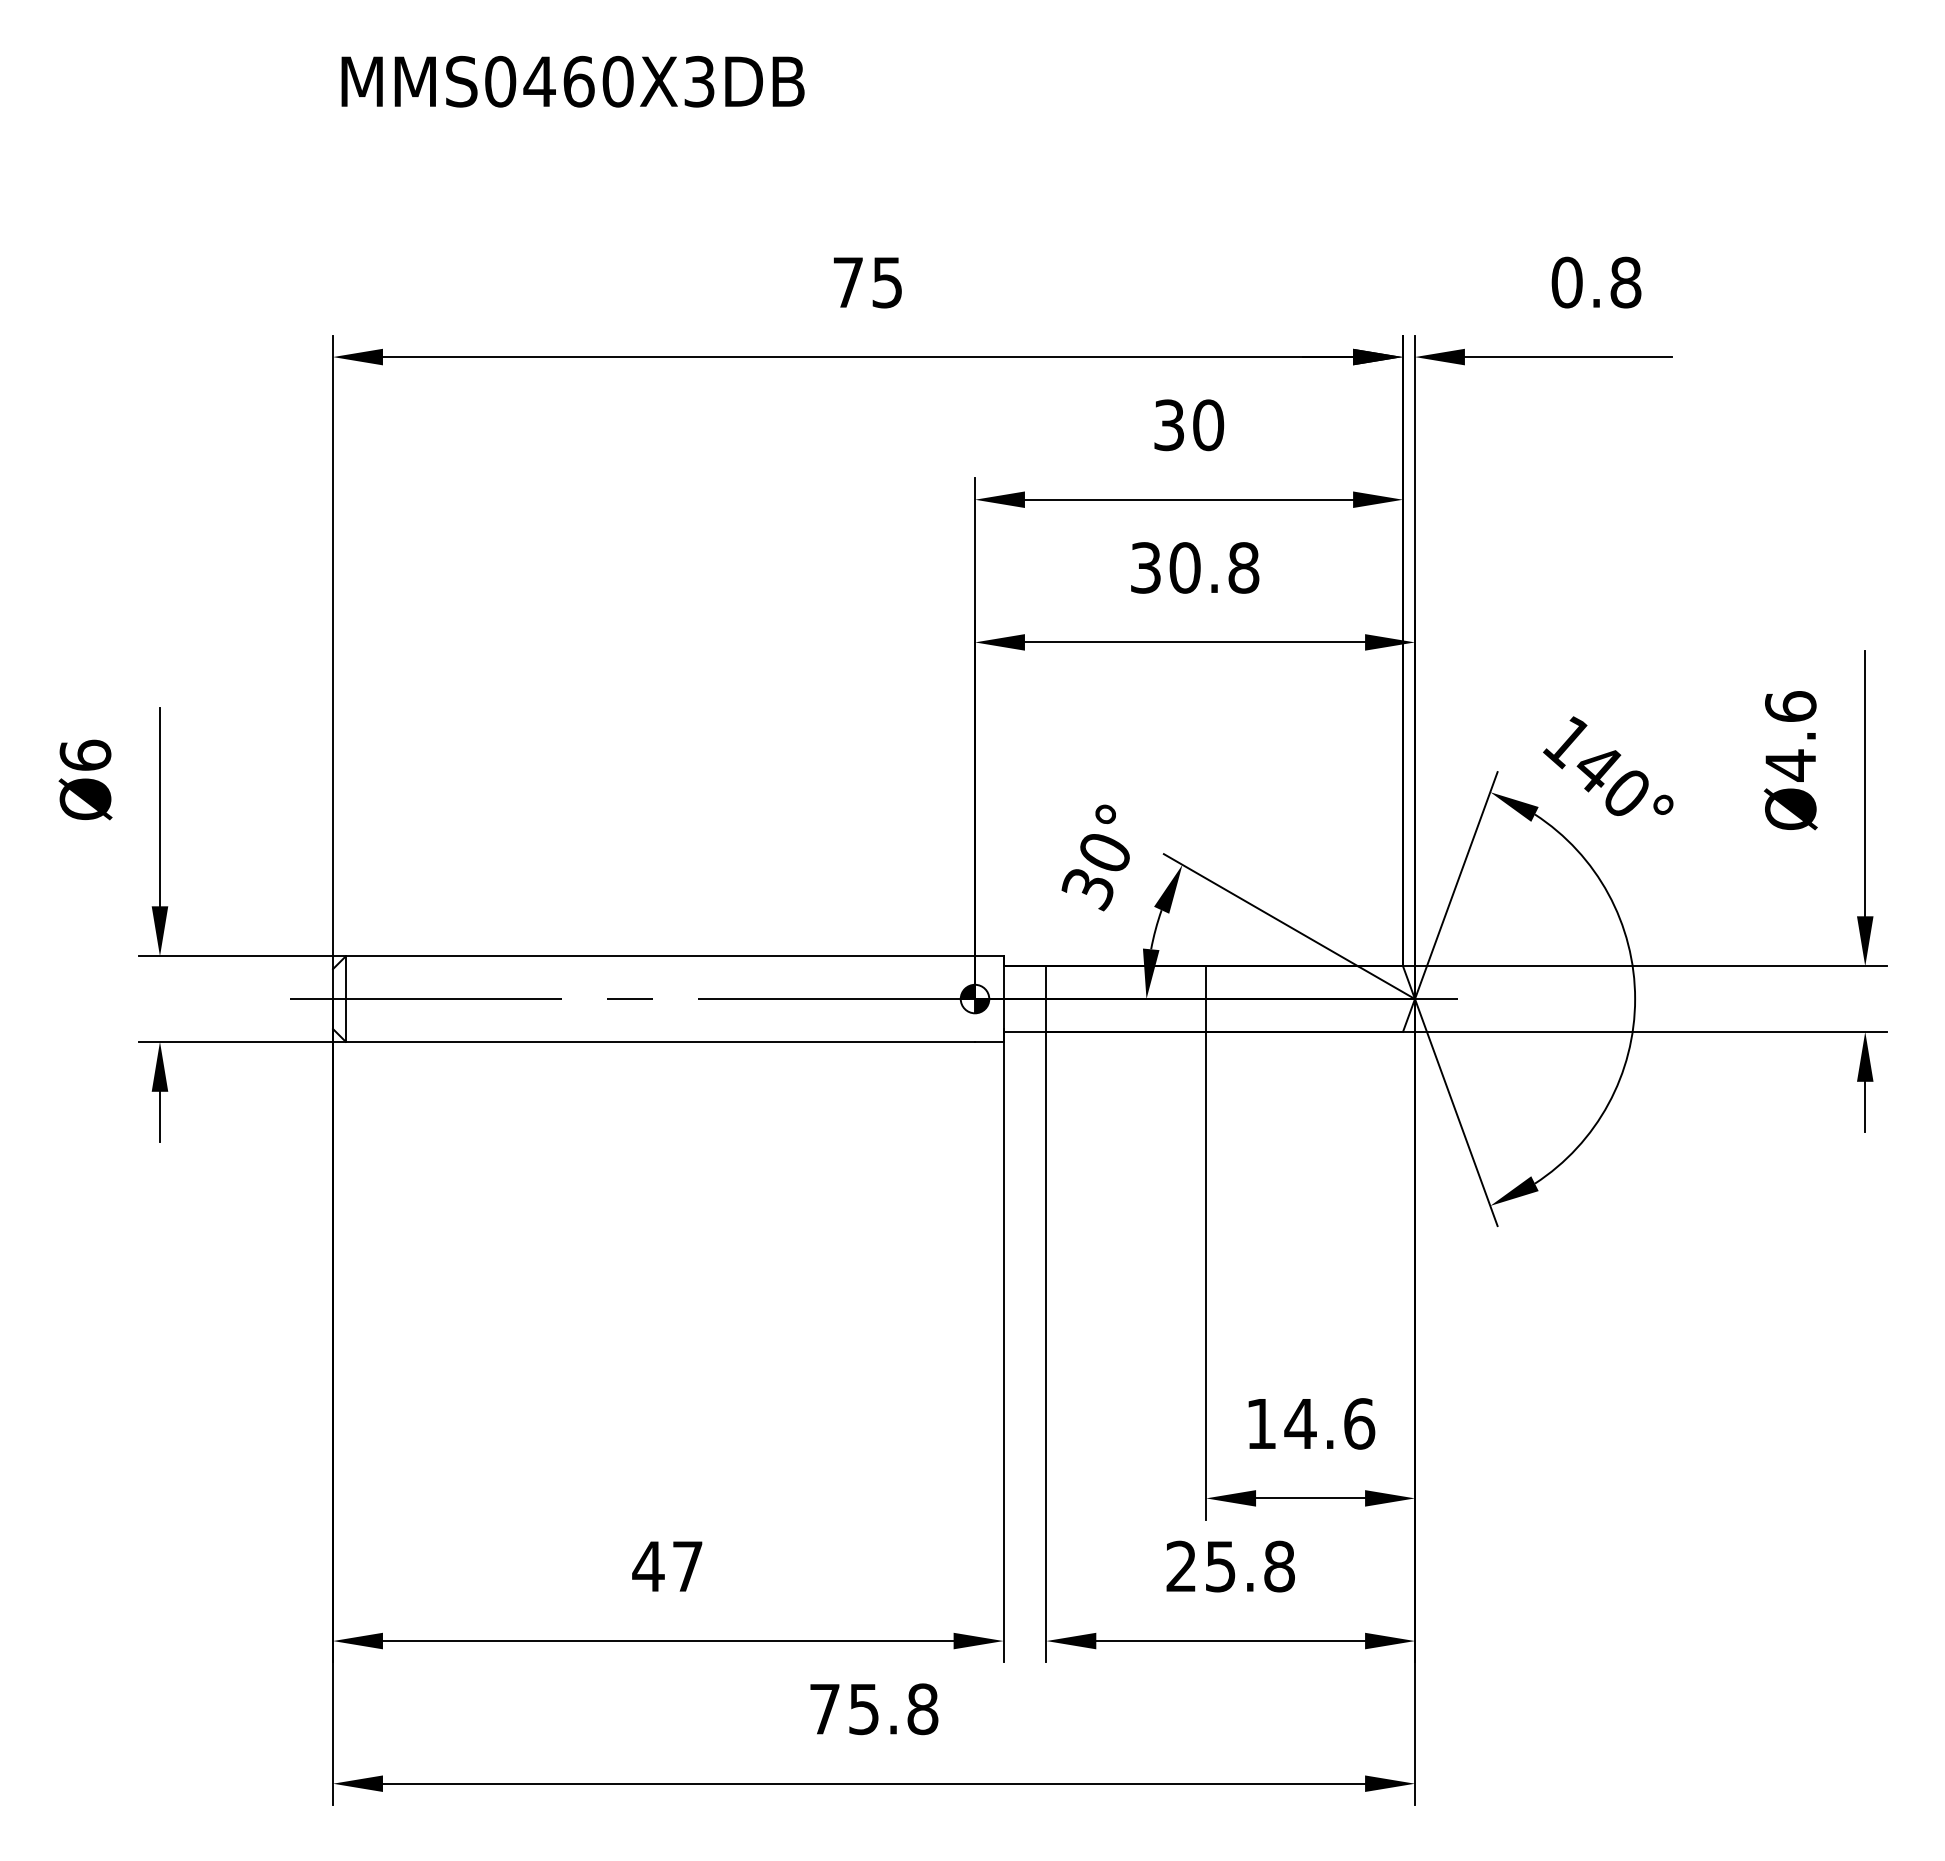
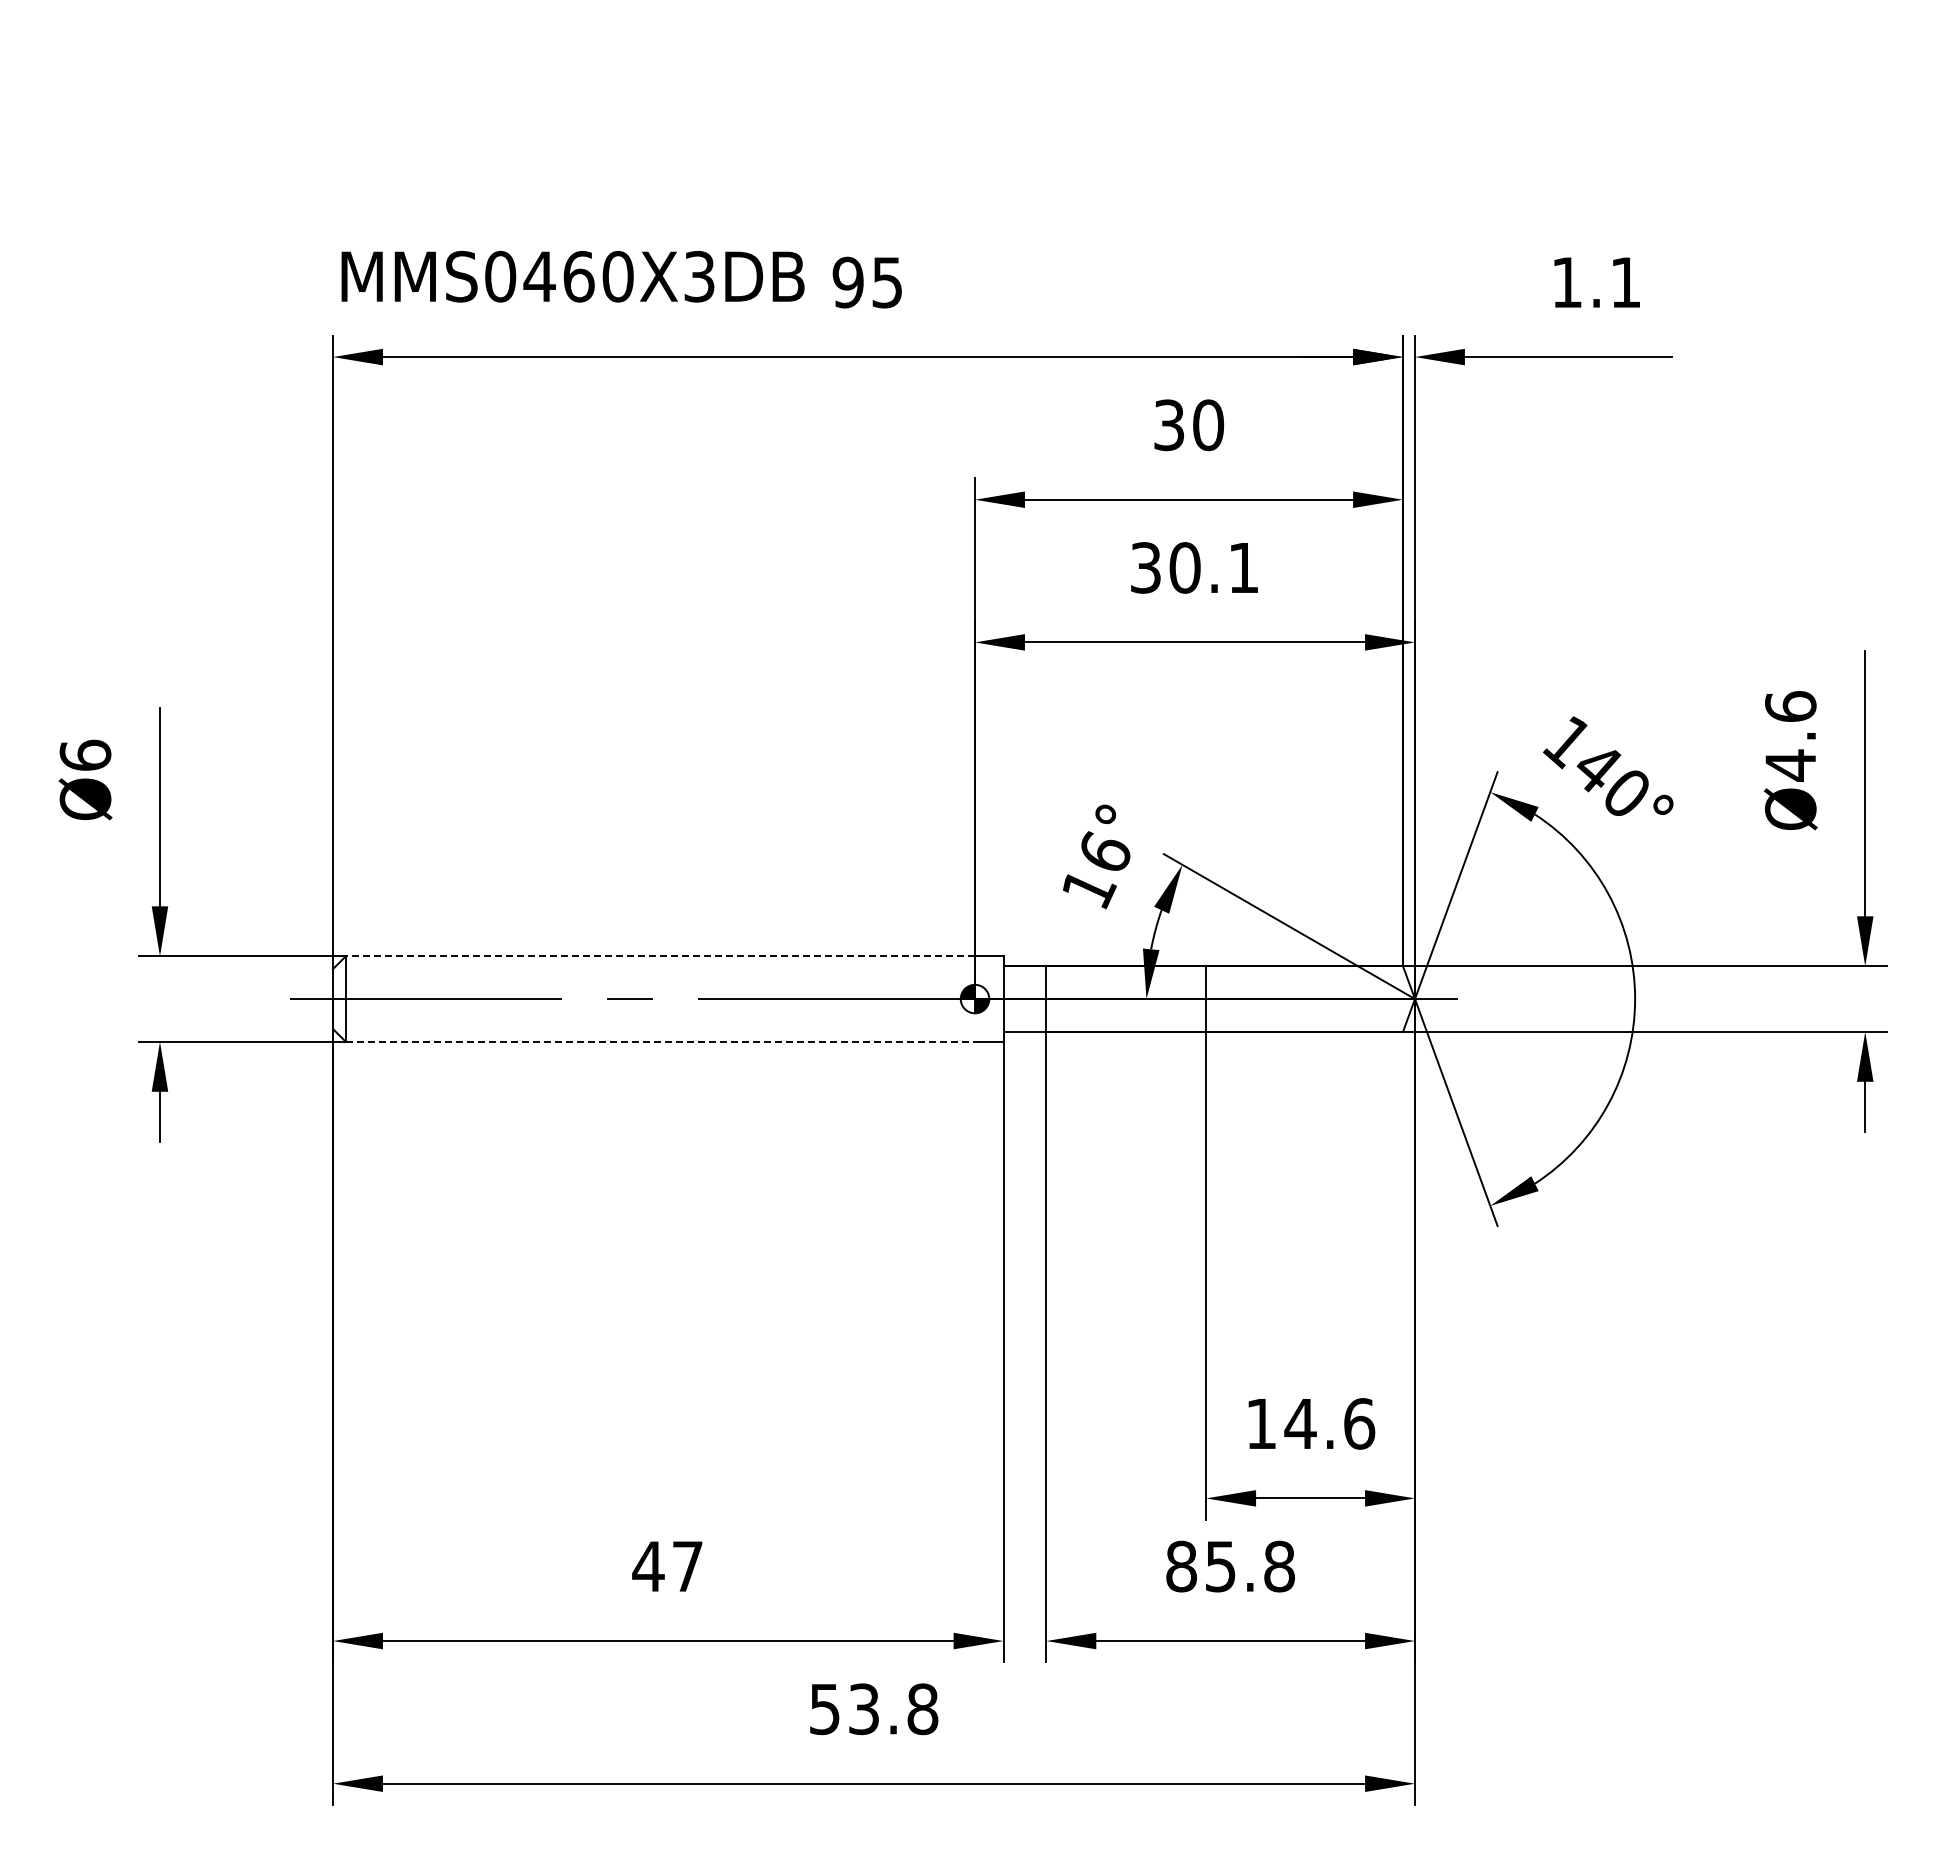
text at (572, 81) position: (572, 81) -> (572, 276)
text at (847, 282): 75 -> 95
text at (1596, 282): 0.8 -> 1.1
text at (1243, 567): 30.8 -> 30.1
text at (1095, 871): 30° -> 16°
line at (660, 956): solid -> dashed
line at (660, 1041): solid -> dashed
text at (1181, 1566): 25.8 -> 85.8
text at (844, 1709): 75.8 -> 53.8
